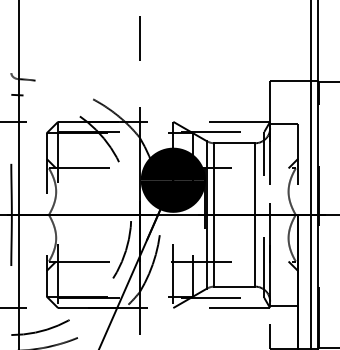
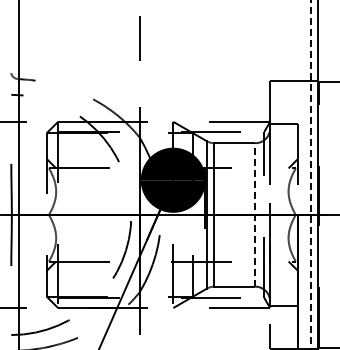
line at (311, 174): solid -> dashed
line at (255, 214): solid -> dashed
